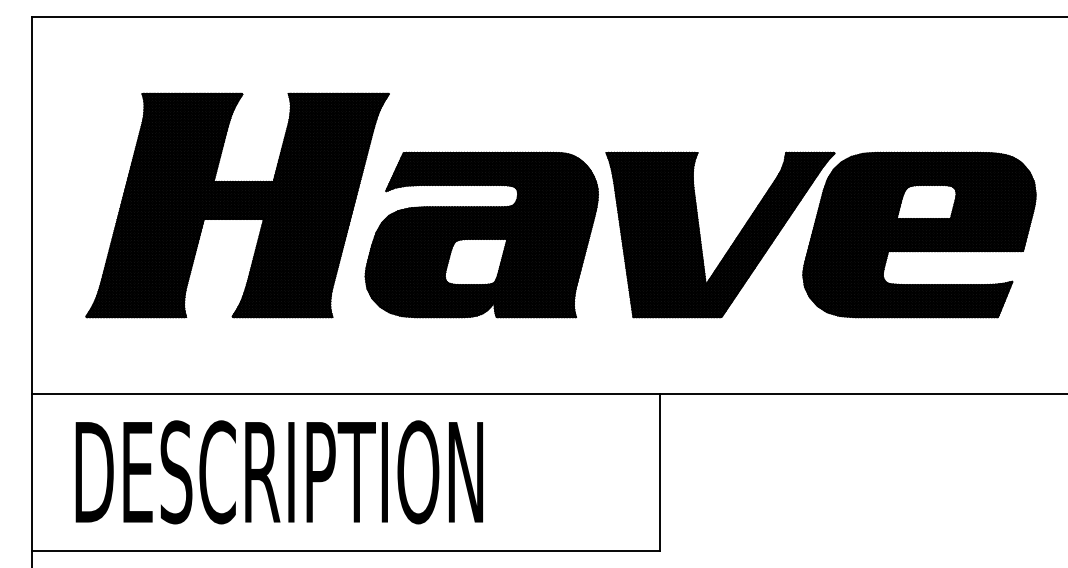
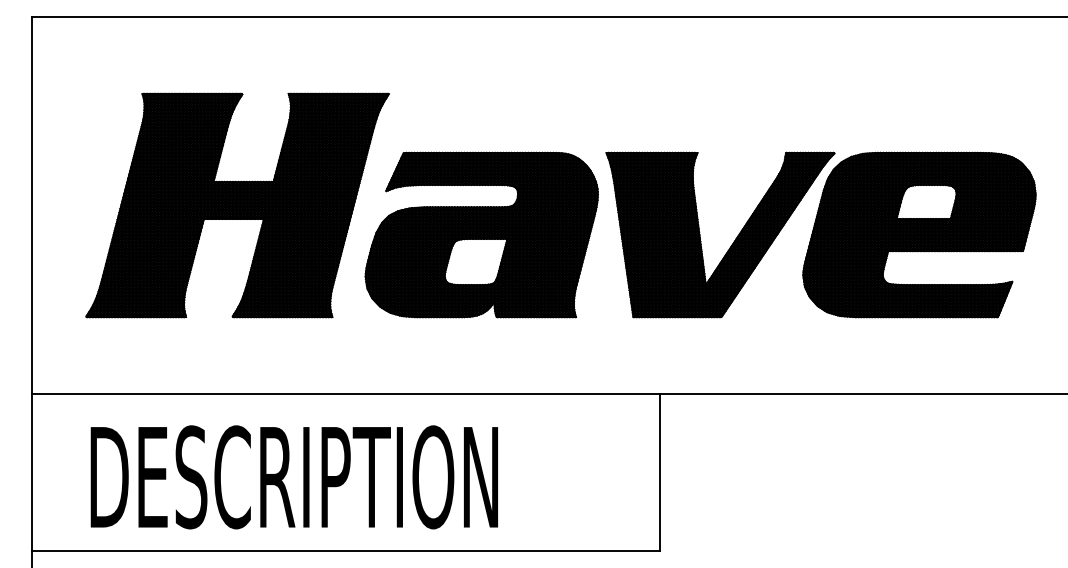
text at (278, 472) position: (278, 472) -> (293, 477)
